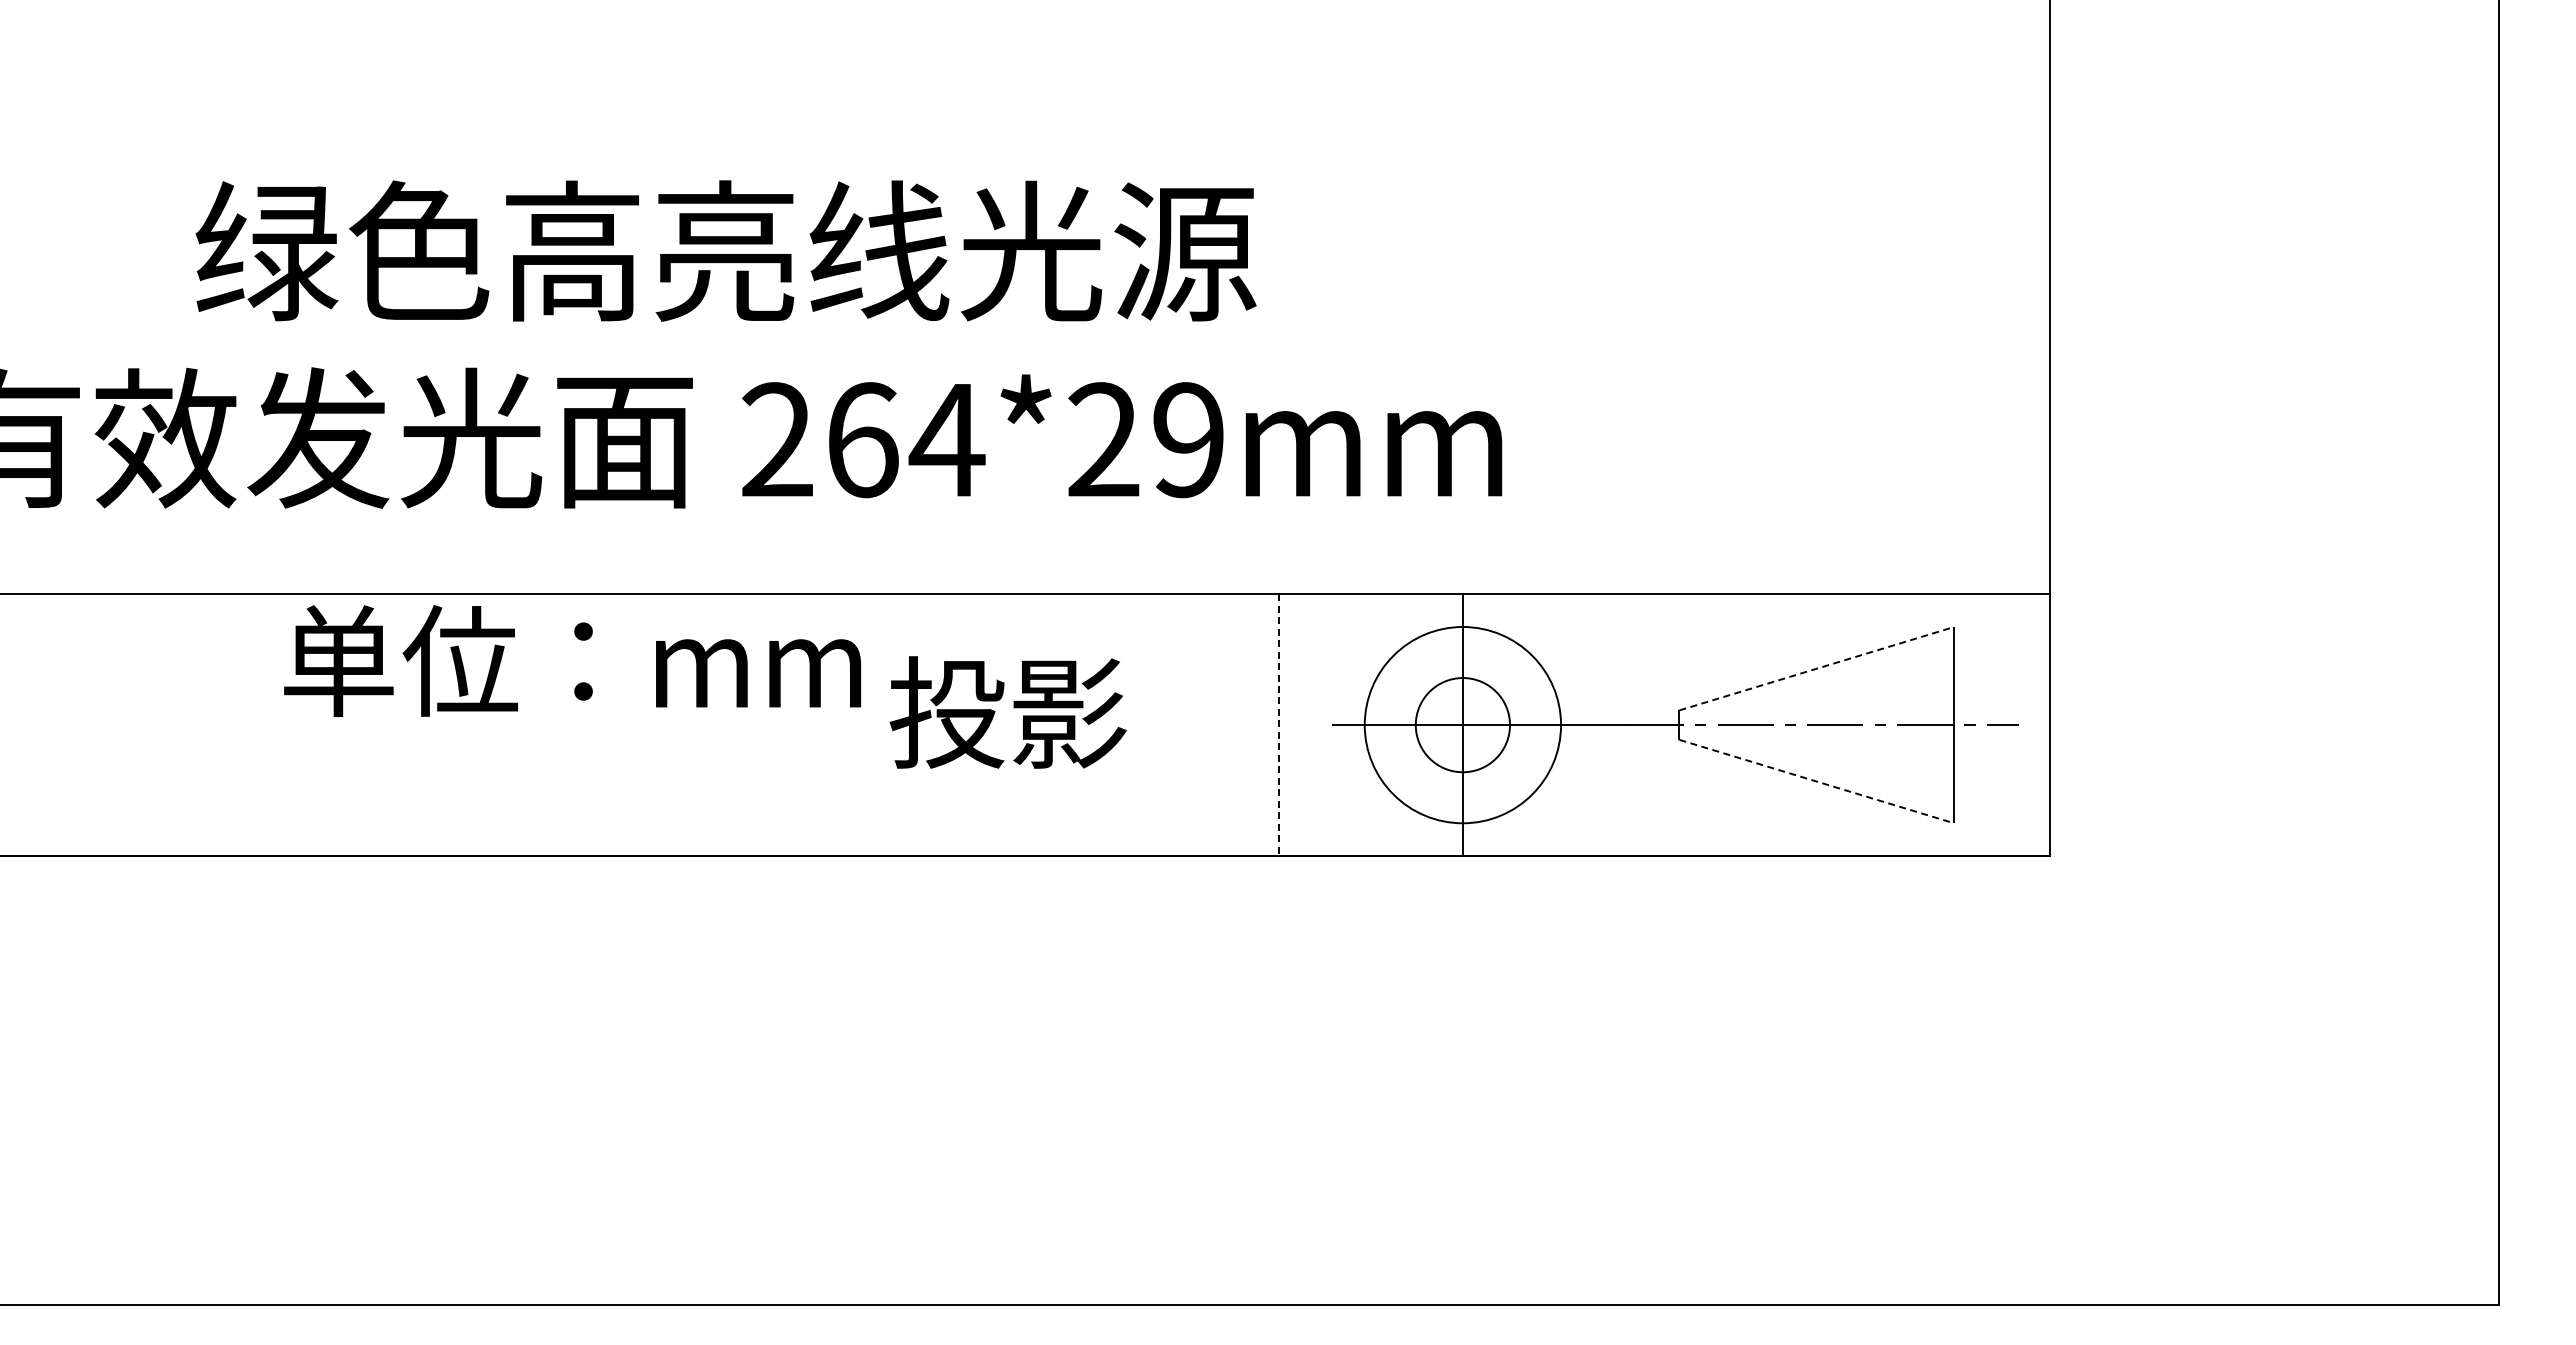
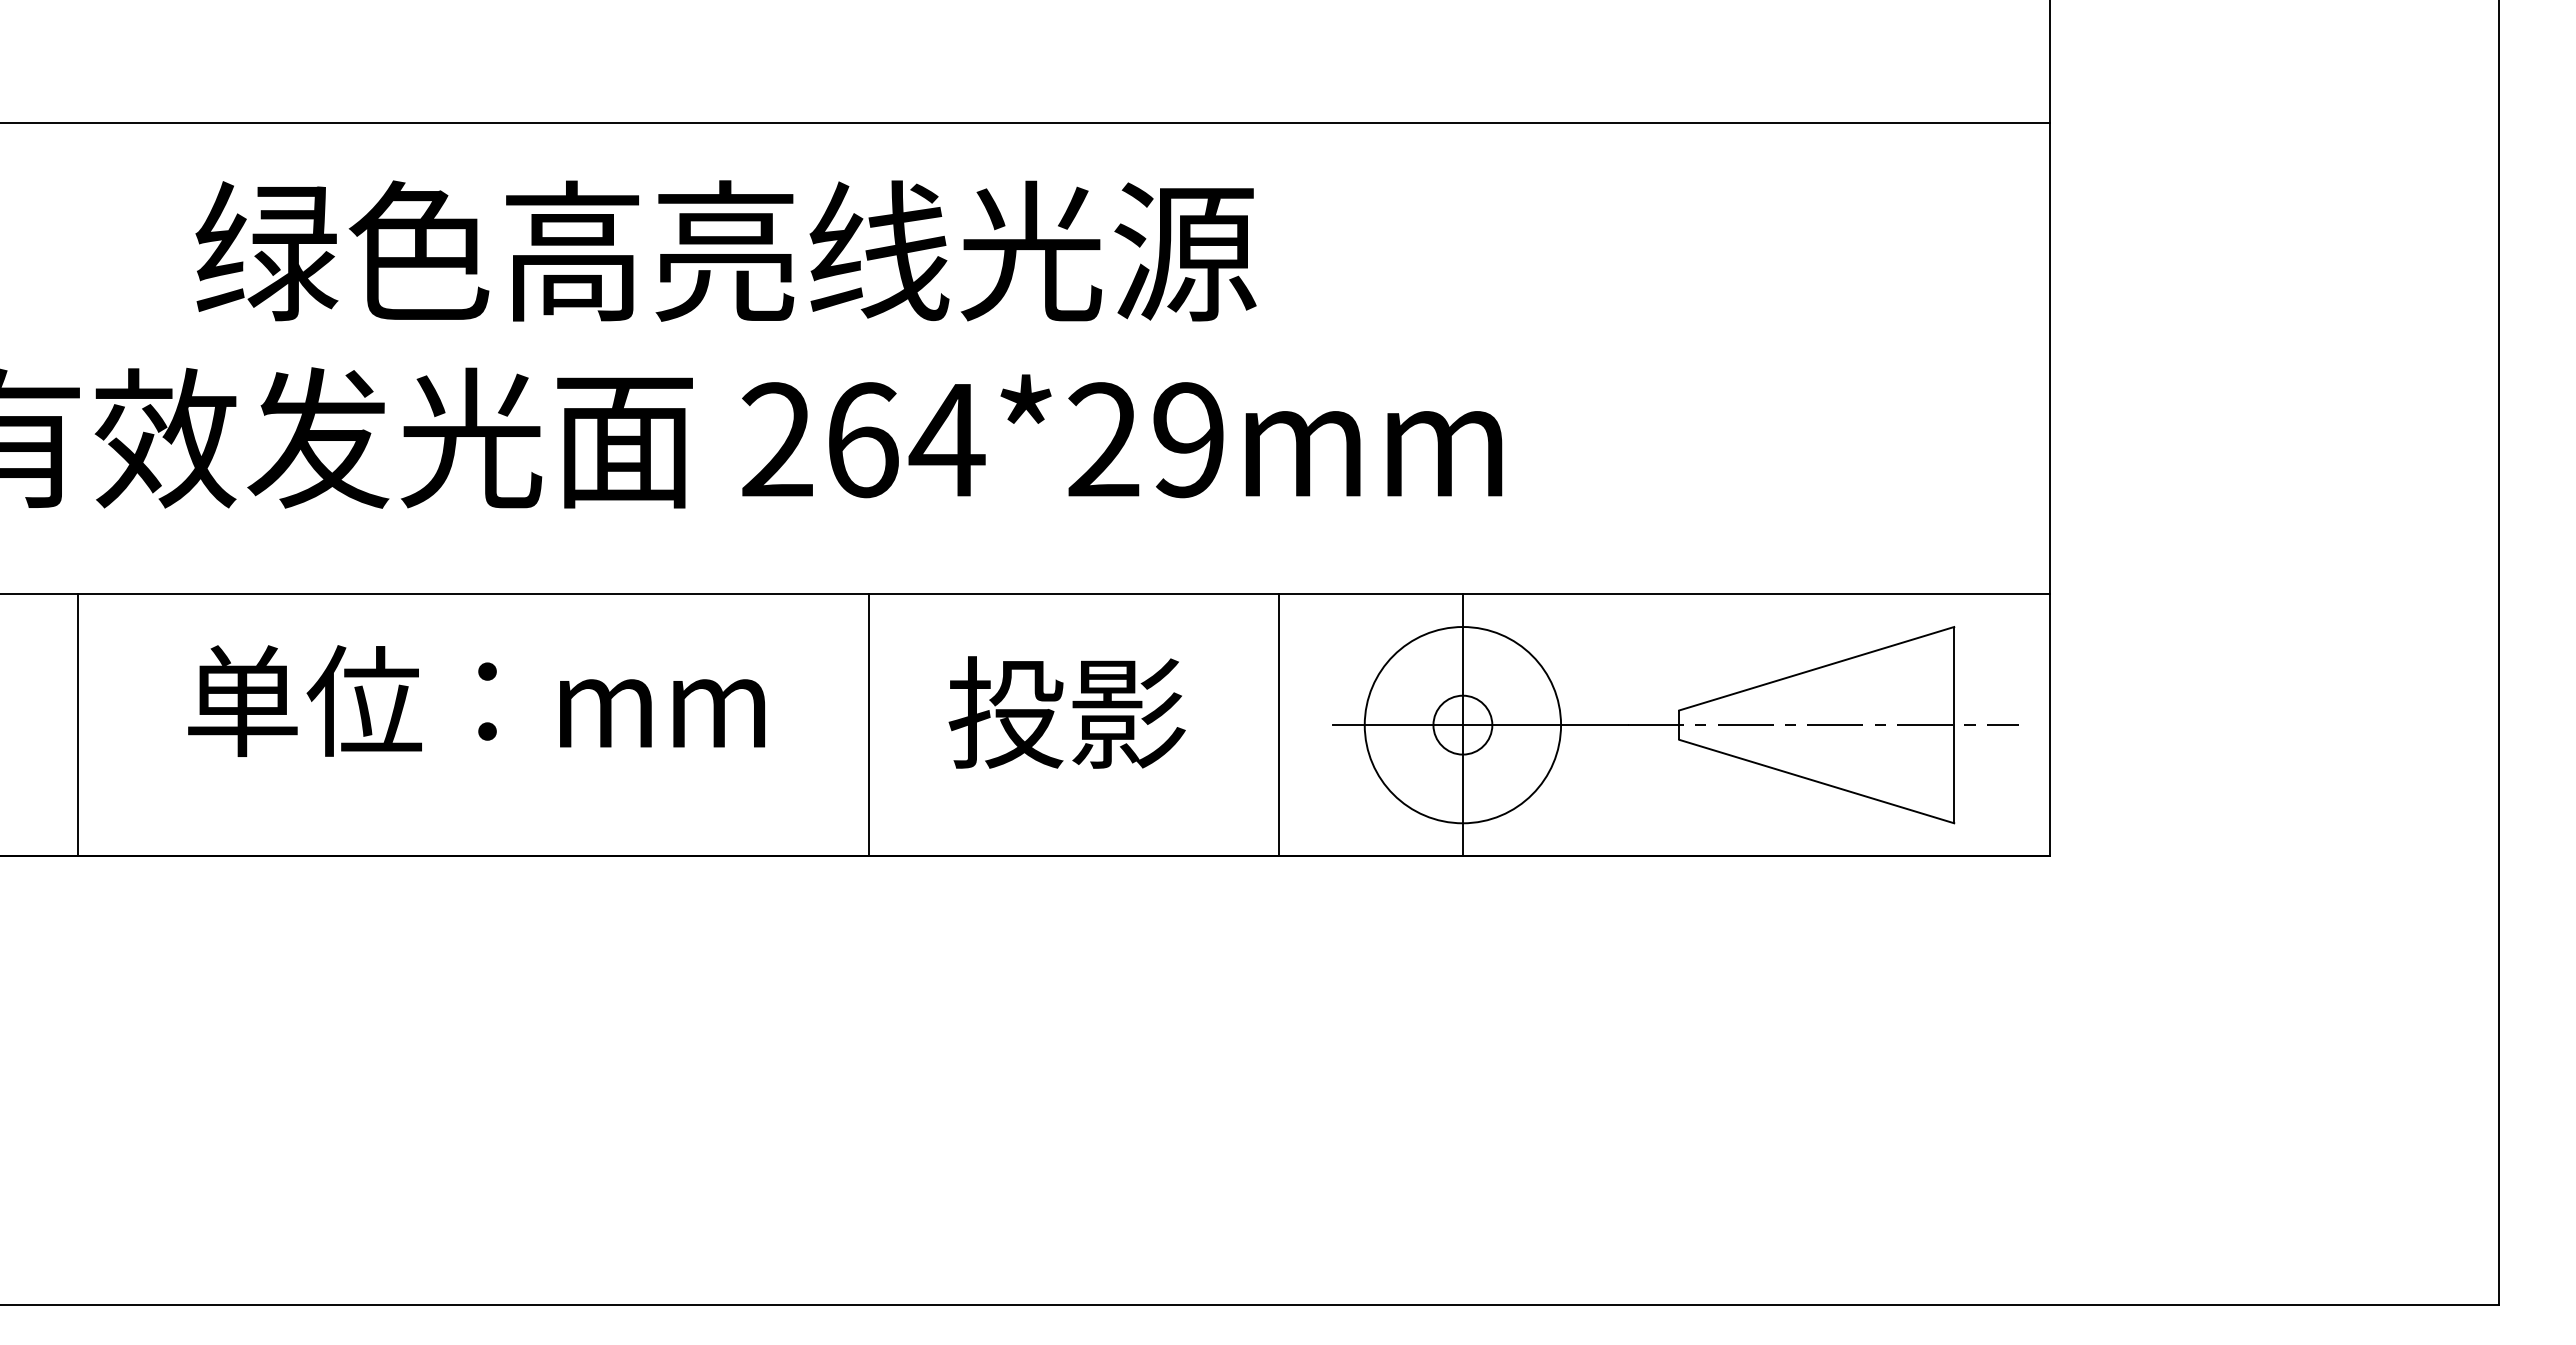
line at (1026, 123): none -> present
text at (572, 660) position: (572, 660) -> (476, 700)
line at (1816, 668): dashed -> solid
text at (1007, 712) position: (1007, 712) -> (1066, 712)
line at (78, 725): none -> present
line at (869, 725): none -> present
line at (1279, 725): dashed -> solid
circle at (1462, 725) diameter: 94 px -> 59 px
line at (1816, 781): dashed -> solid
